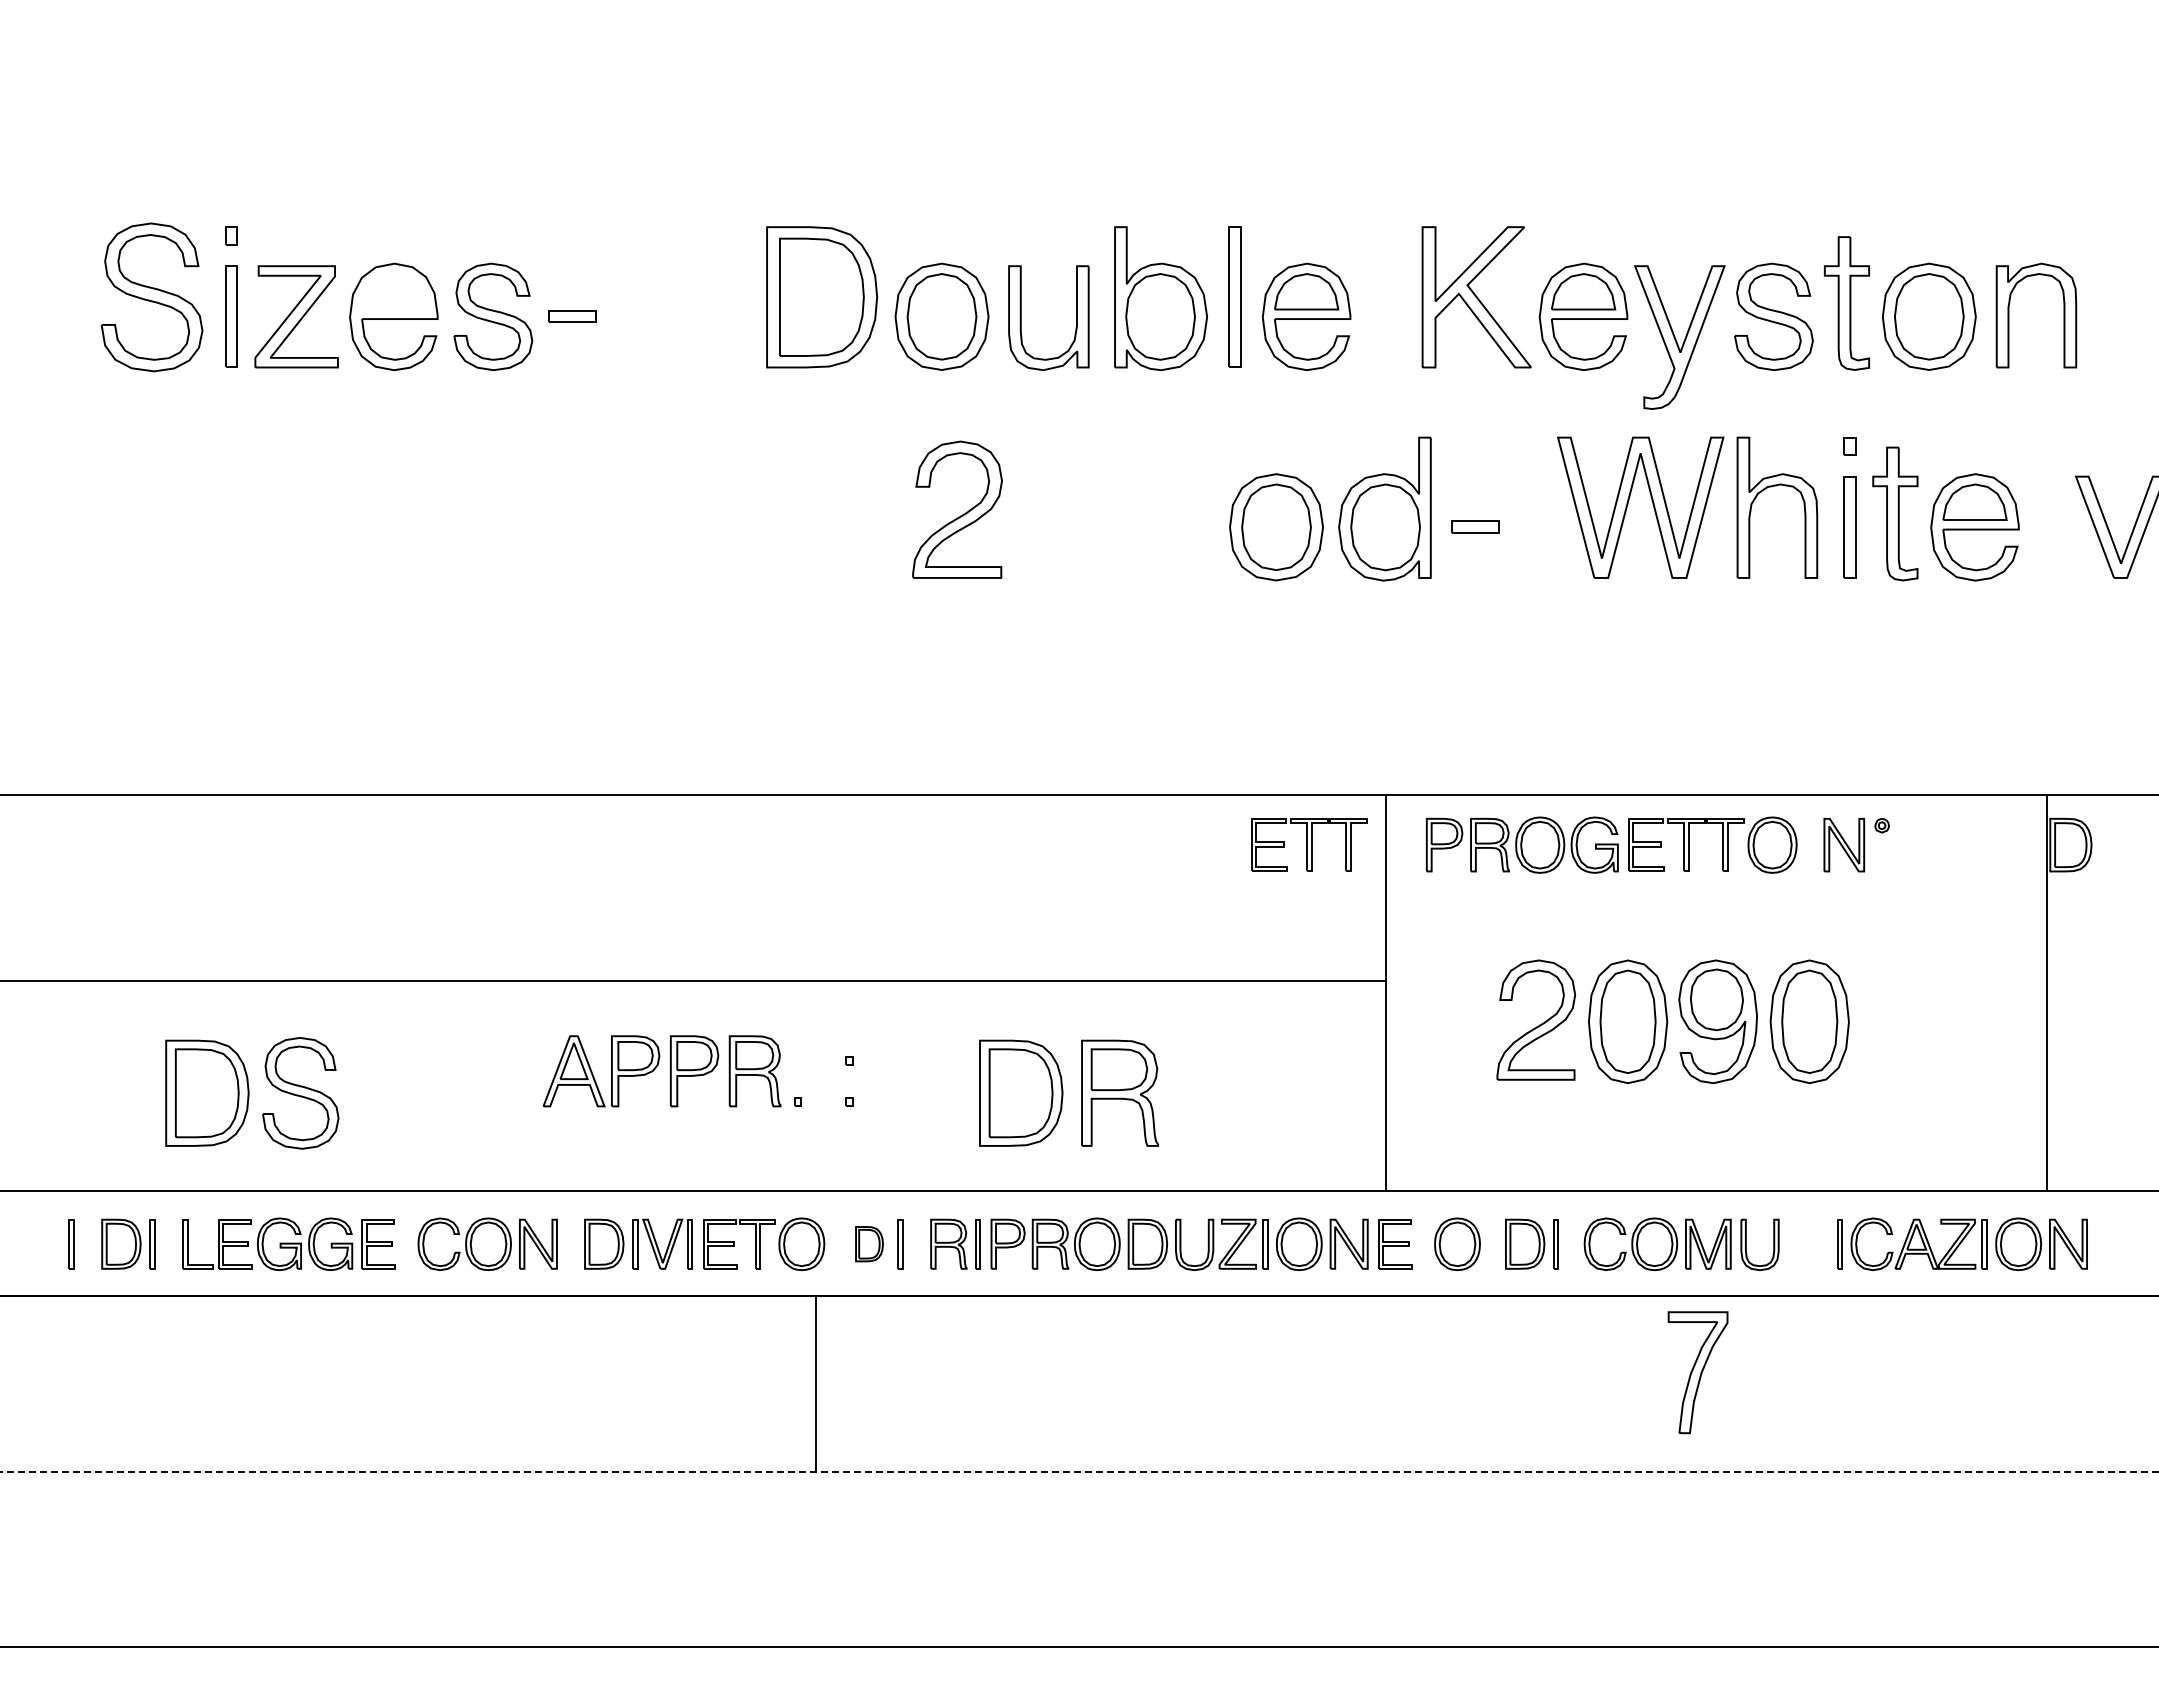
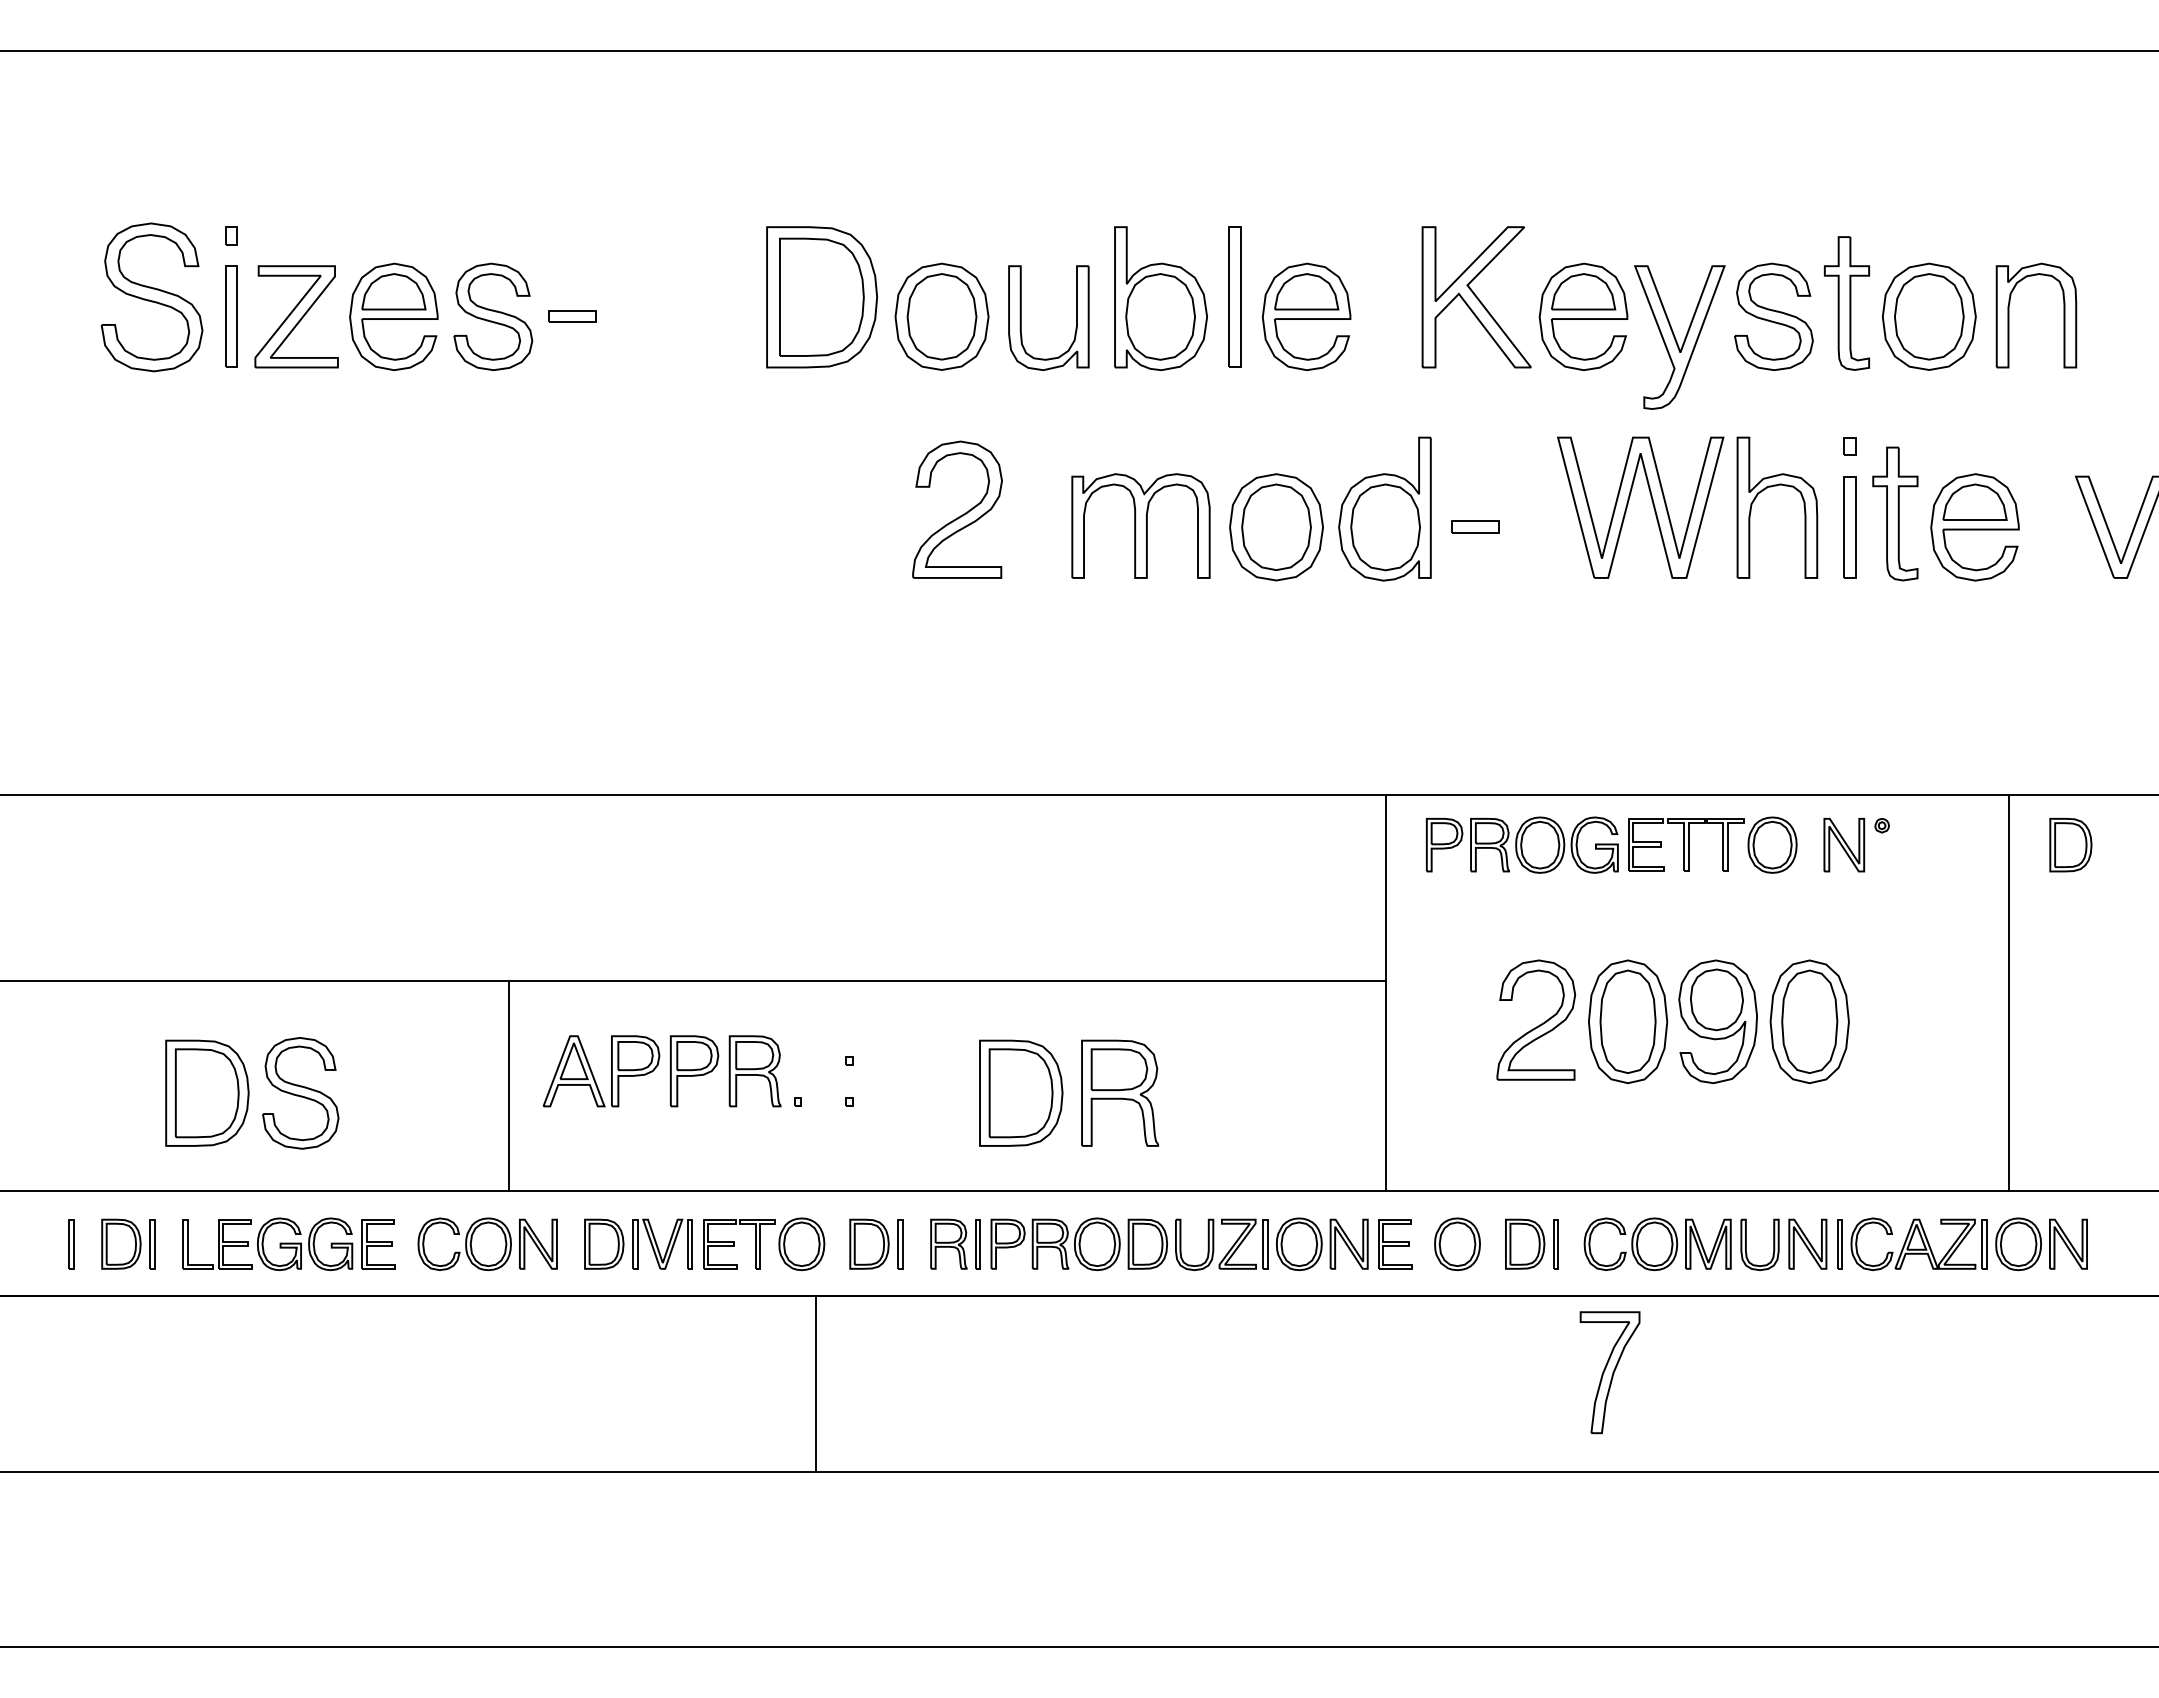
line at (1078, 50): none -> present
part at (393, 291): none -> present
part at (1140, 525): none -> present
part at (1309, 844): present -> none
line at (2047, 992) position: (2047, 992) -> (2009, 992)
line at (508, 1085): none -> present
part at (1807, 1243): none -> present
part at (869, 1244) size: 29x37 px -> 41x52 px
part at (1697, 1372) position: (1697, 1372) -> (1609, 1372)
line at (1080, 1471): dashed -> solid
